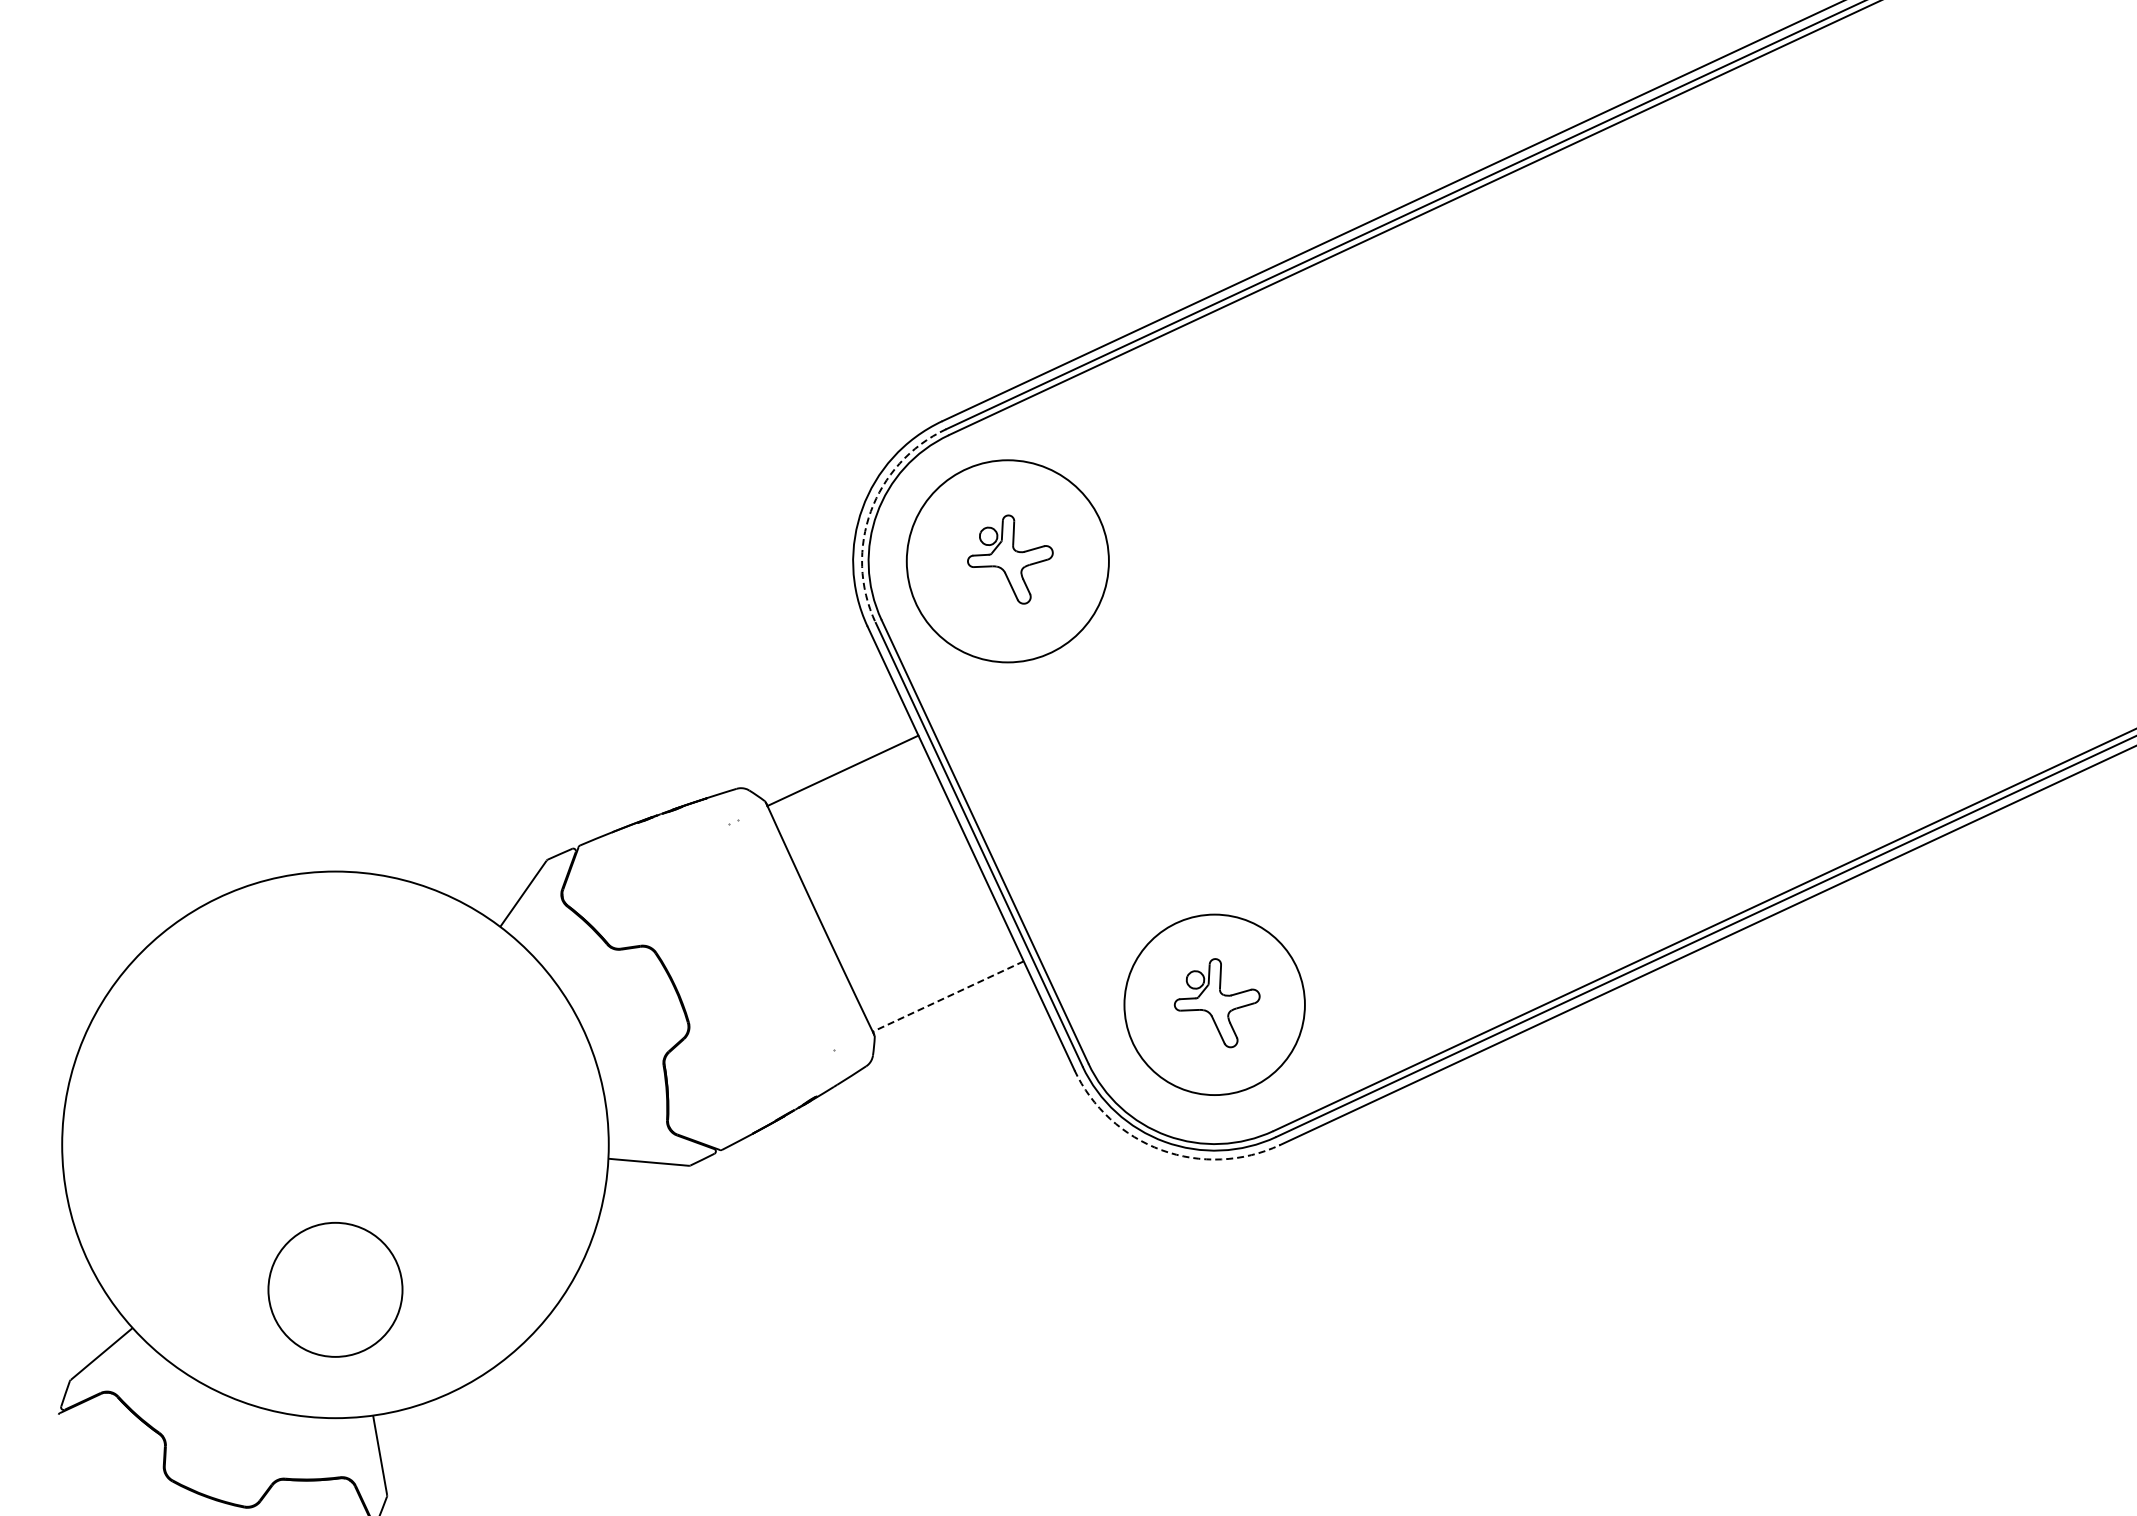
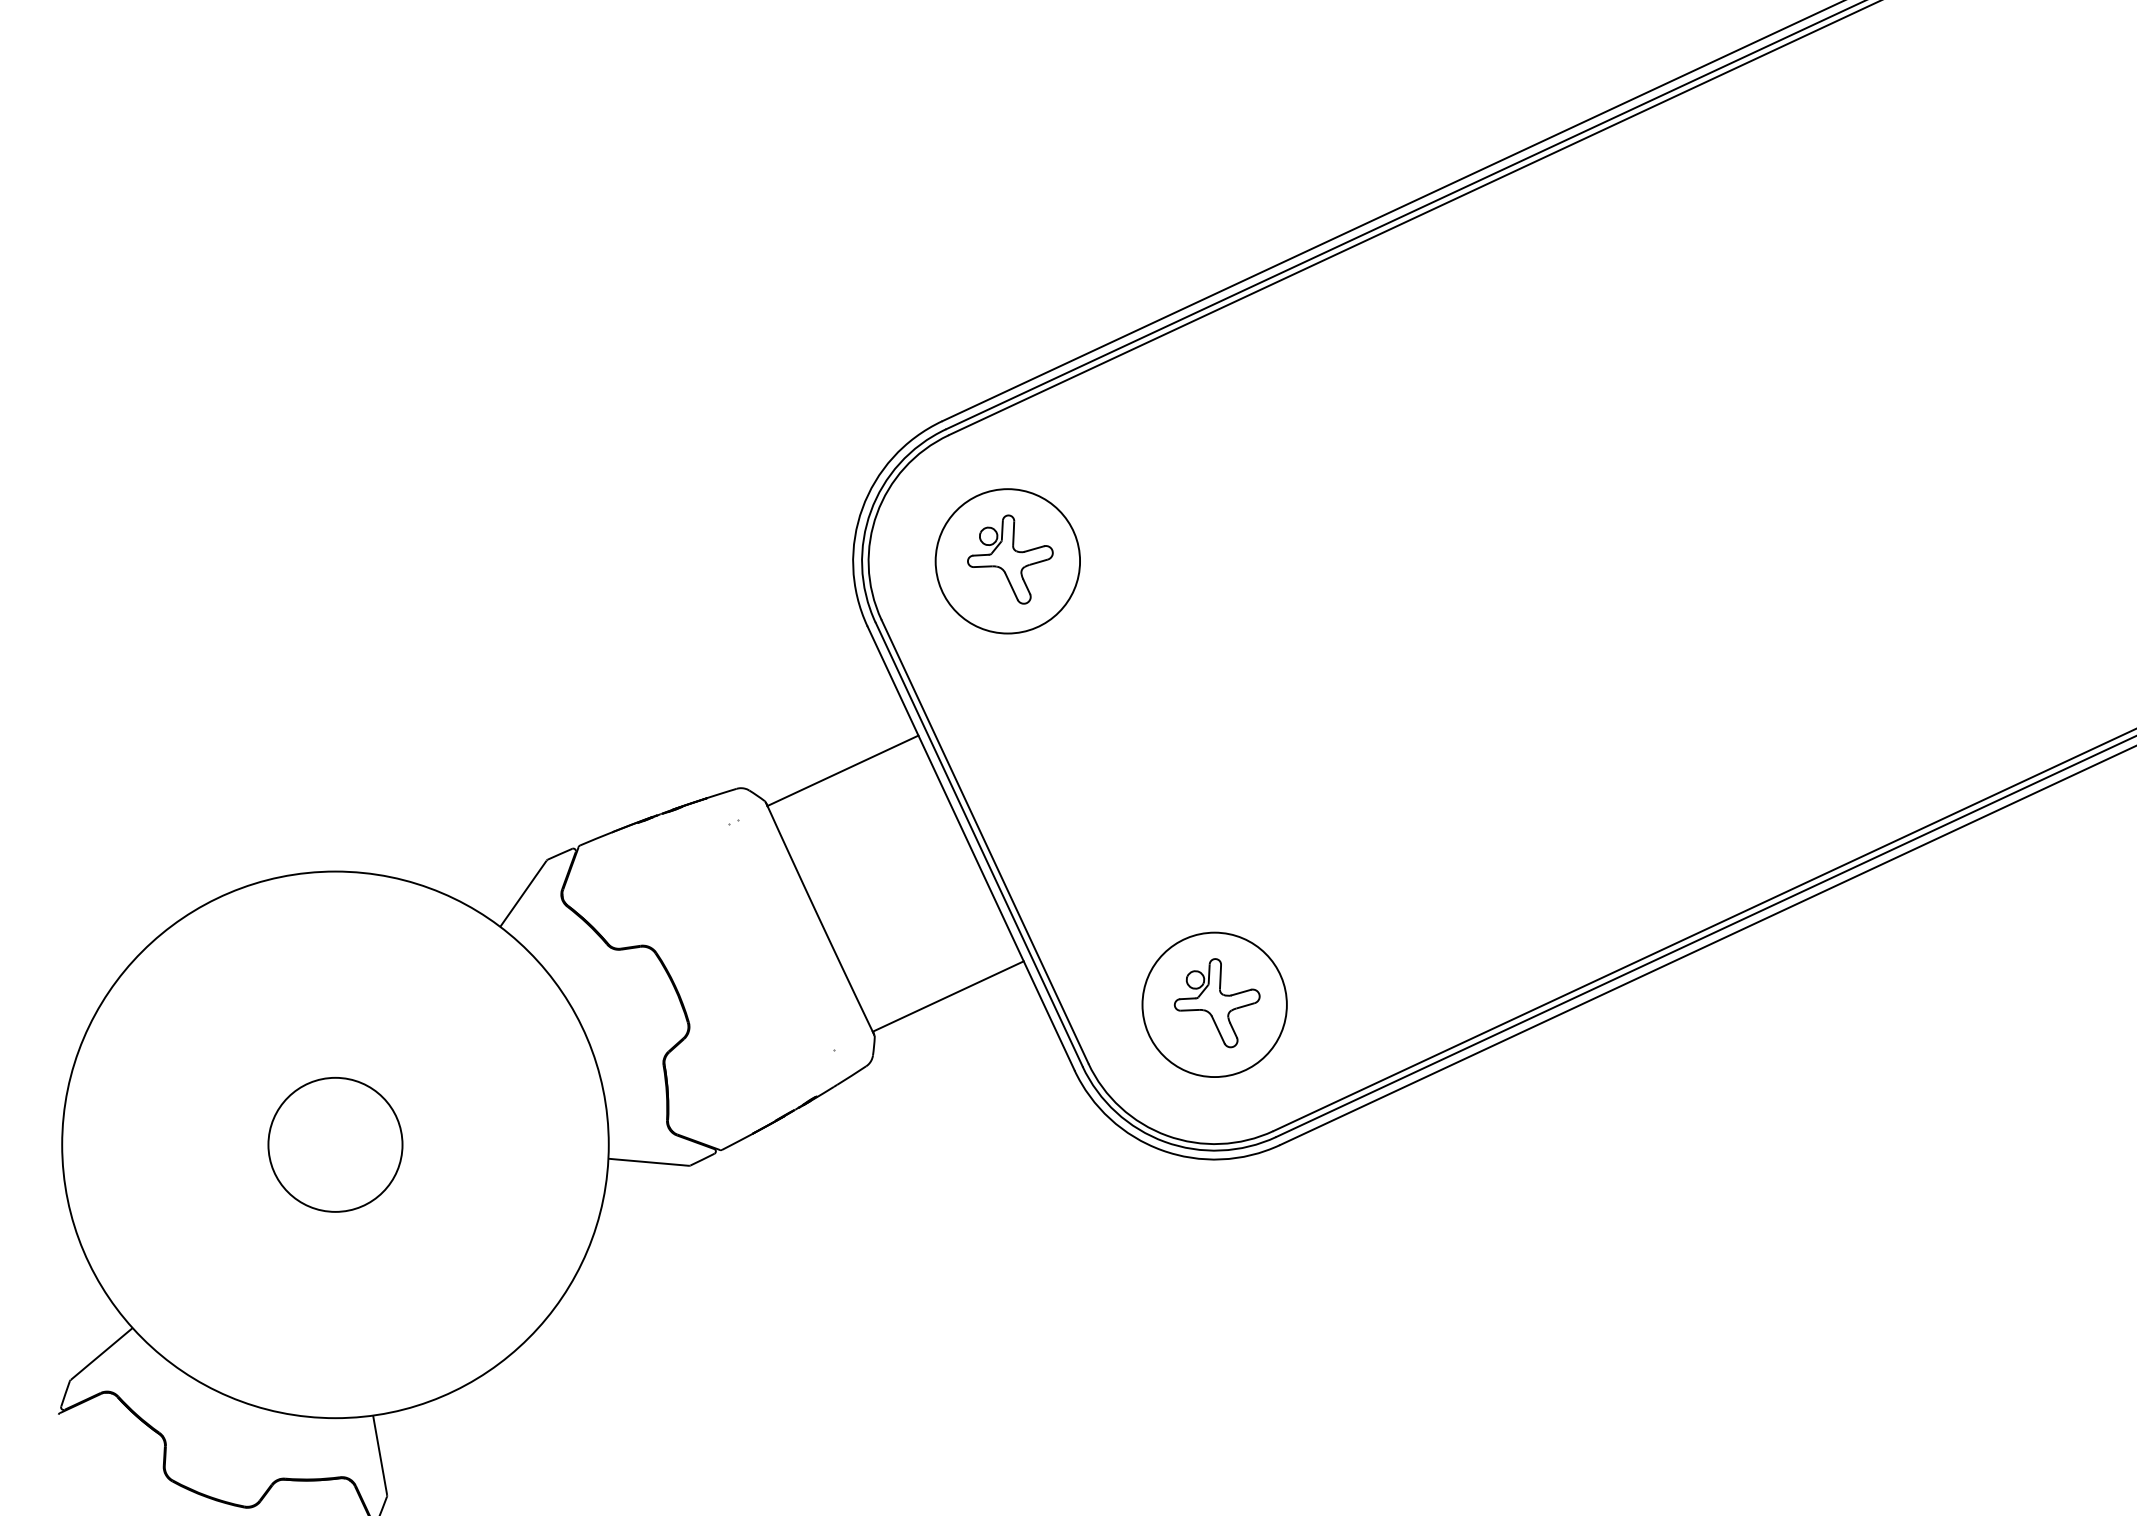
arc at (870, 511): dashed -> solid
circle at (1007, 561) diameter: 202 px -> 144 px
line at (947, 996): dashed -> solid
circle at (1214, 1004) diameter: 180 px -> 144 px
arc at (1161, 1150): dashed -> solid
circle at (335, 1289) position: (335, 1289) -> (335, 1144)
